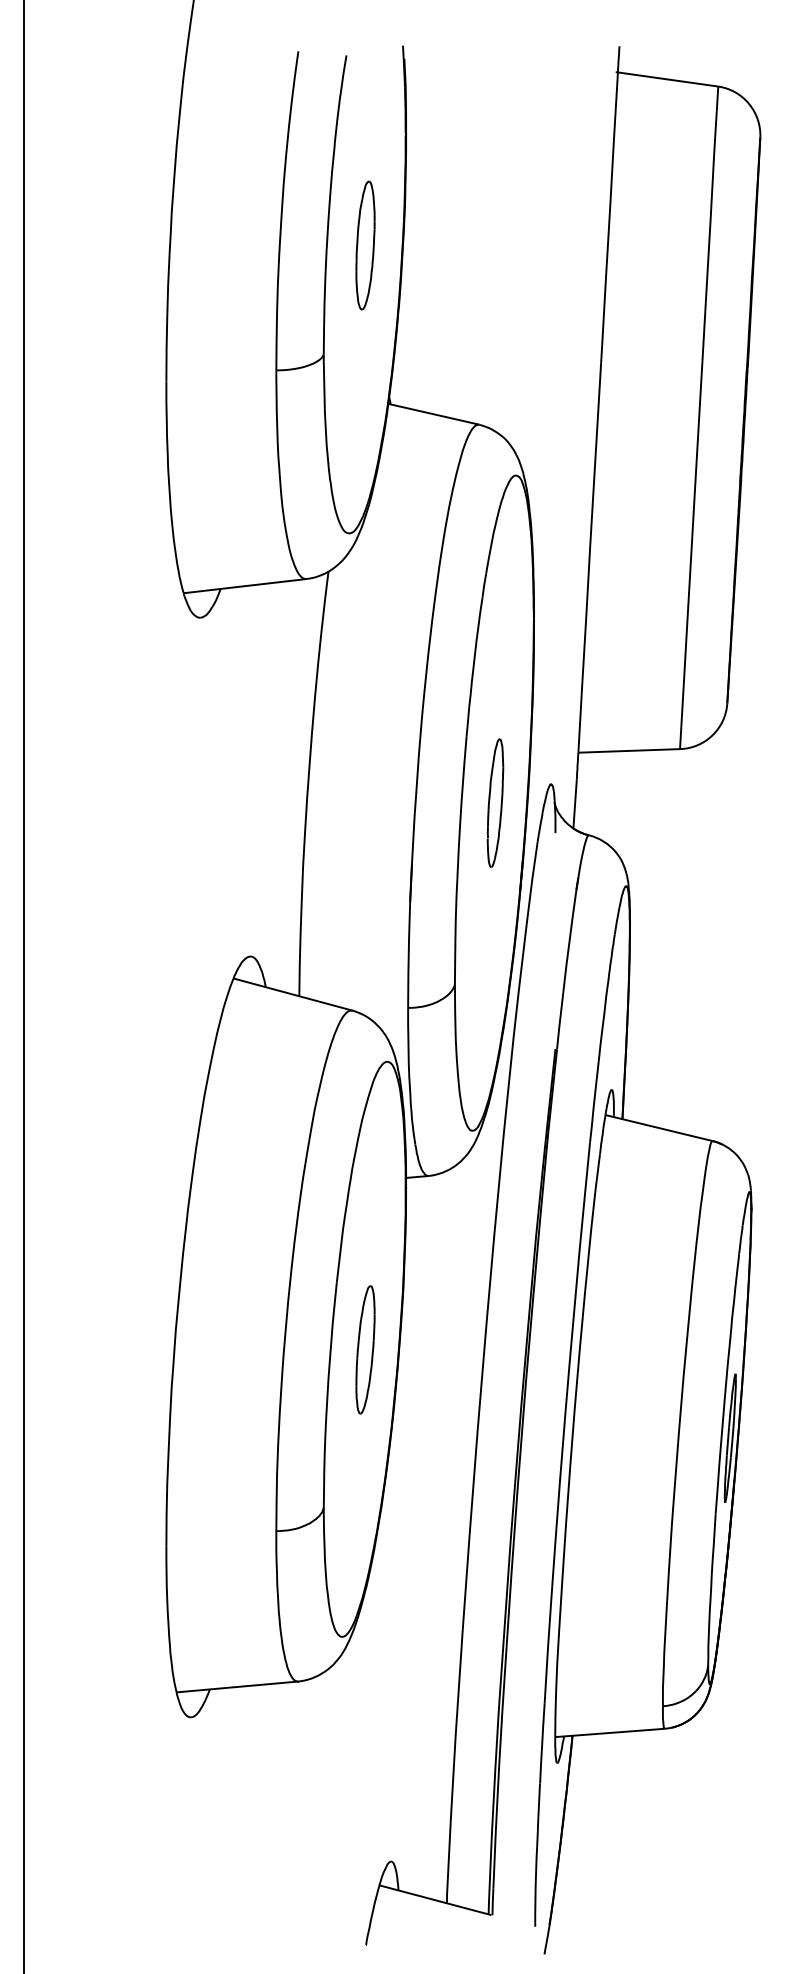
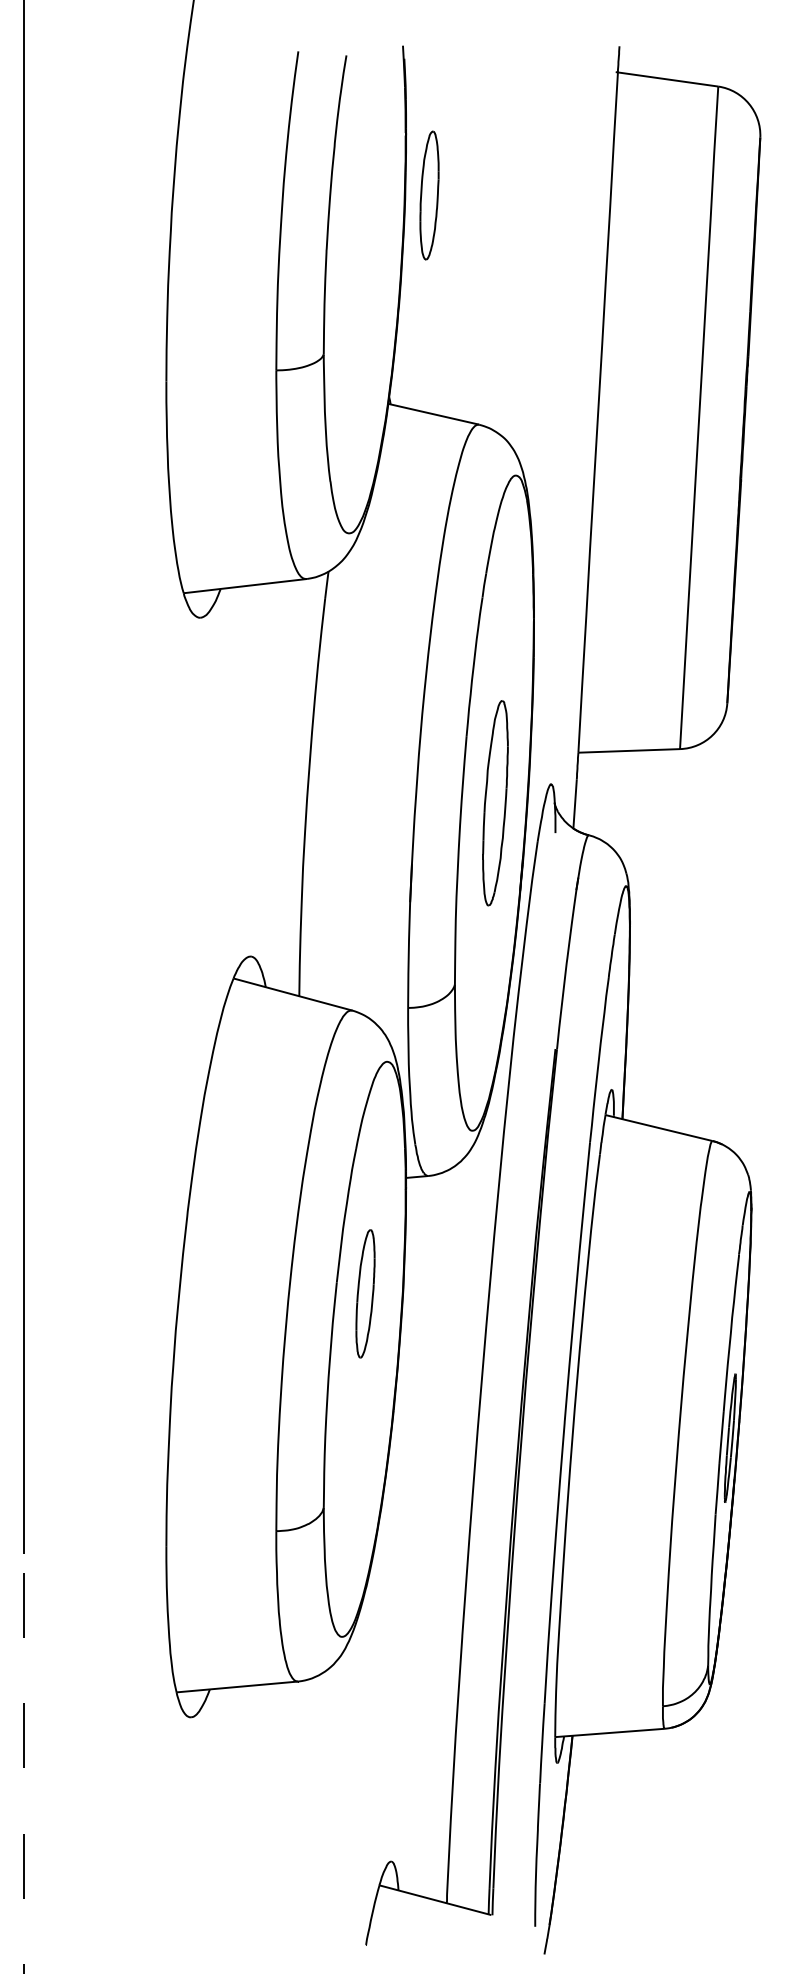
part at (365, 245) position: (365, 245) -> (429, 195)
part at (495, 802) size: 19x130 px -> 27x207 px
part at (365, 1349) position: (365, 1349) -> (365, 1293)
line at (23, 1763): solid -> dashed
